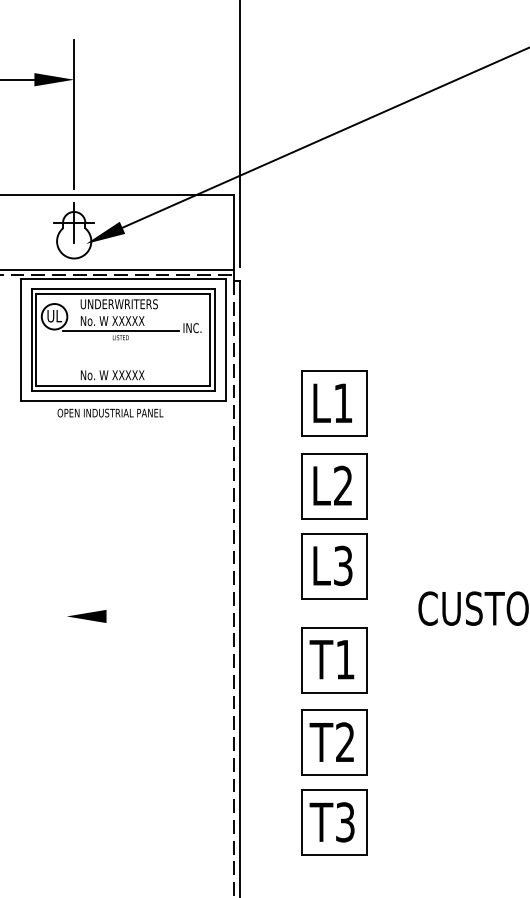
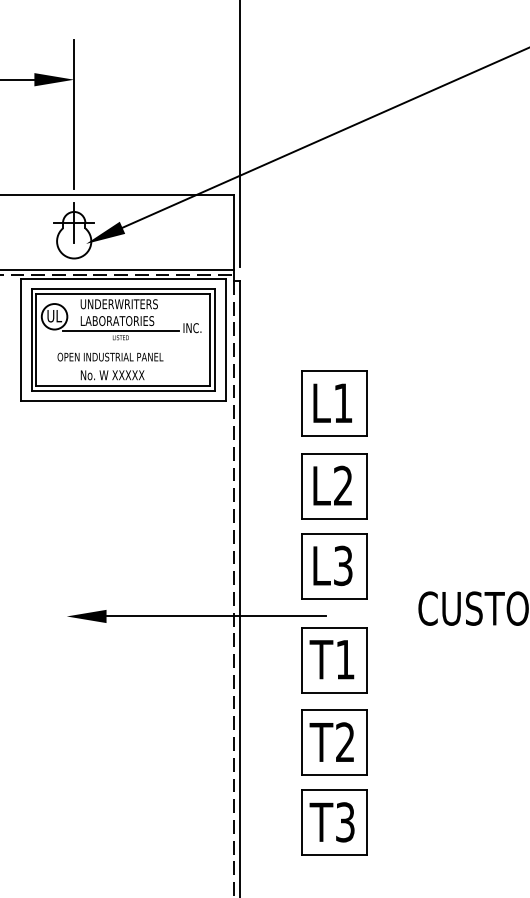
text at (117, 321): No. W XXXXX -> LABORATORIES
text at (110, 412) position: (110, 412) -> (110, 356)
line at (215, 616): none -> present
